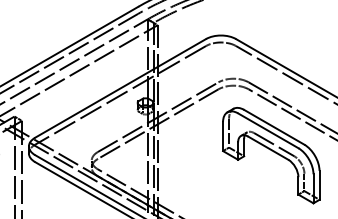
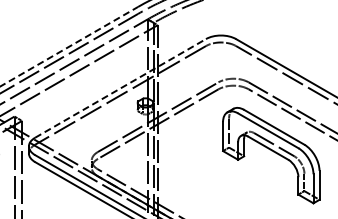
line at (69, 46): solid -> dashed
line at (120, 88): solid -> dashed
